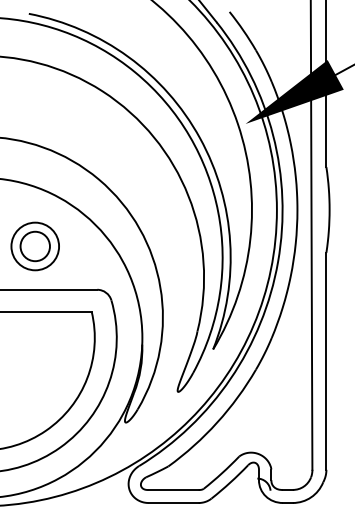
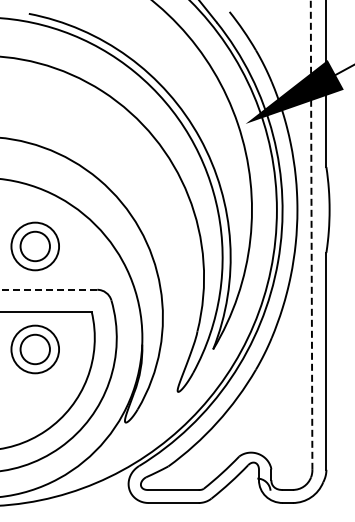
line at (311, 235): solid -> dashed
line at (48, 289): solid -> dashed
part at (34, 349): none -> present
